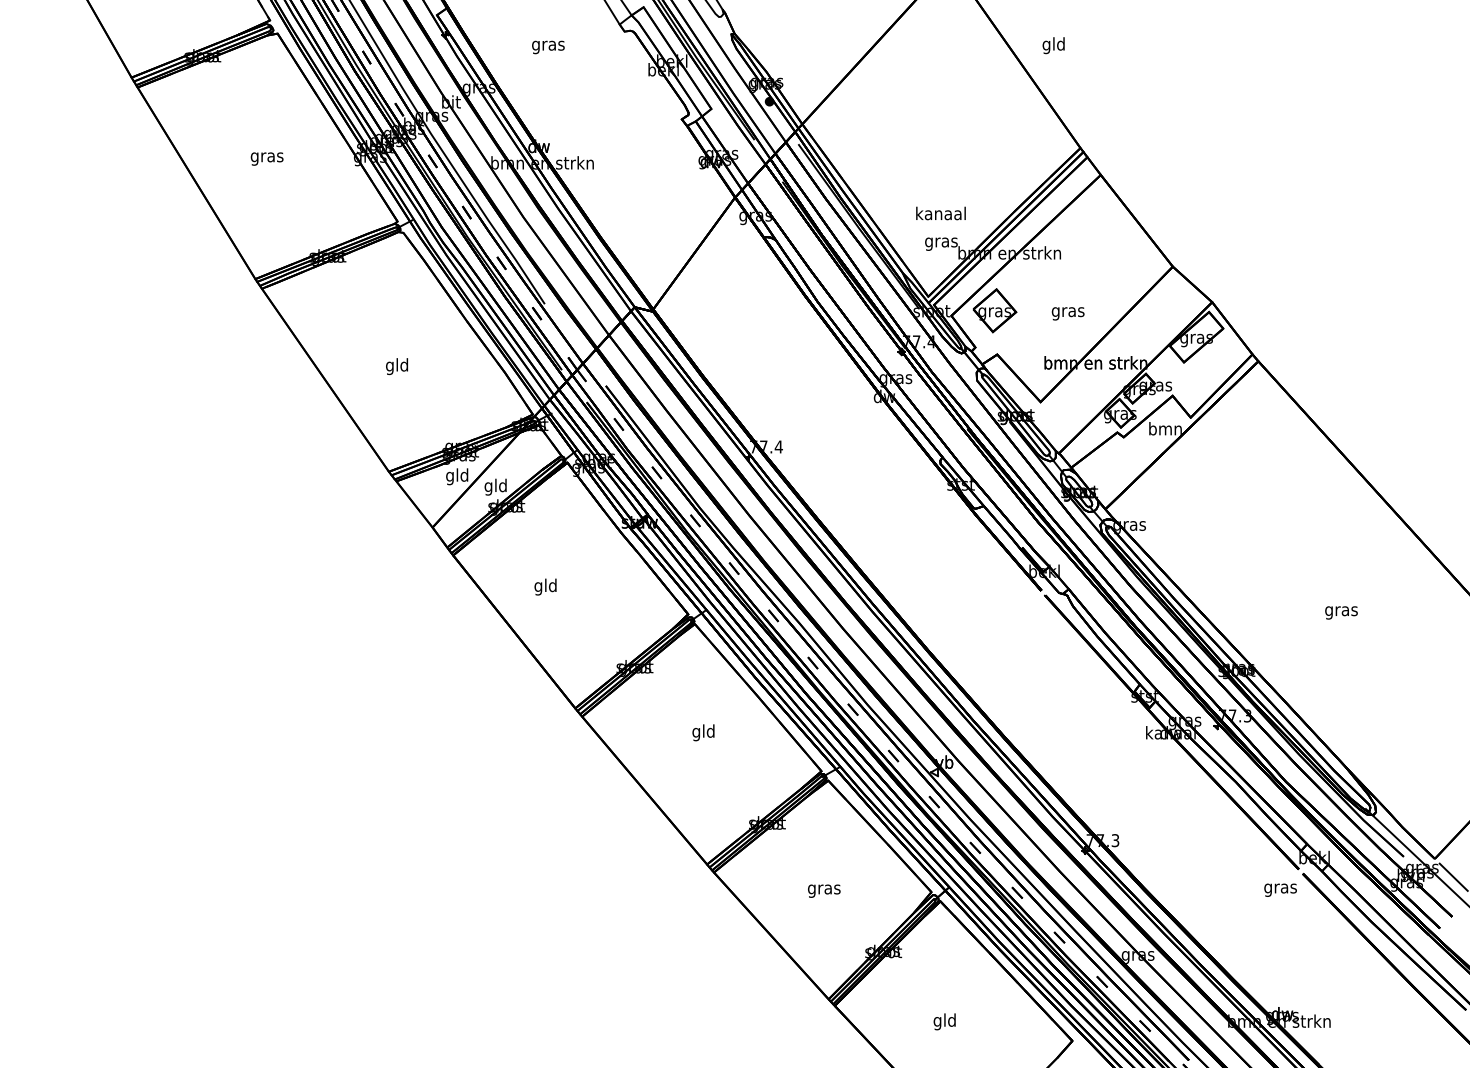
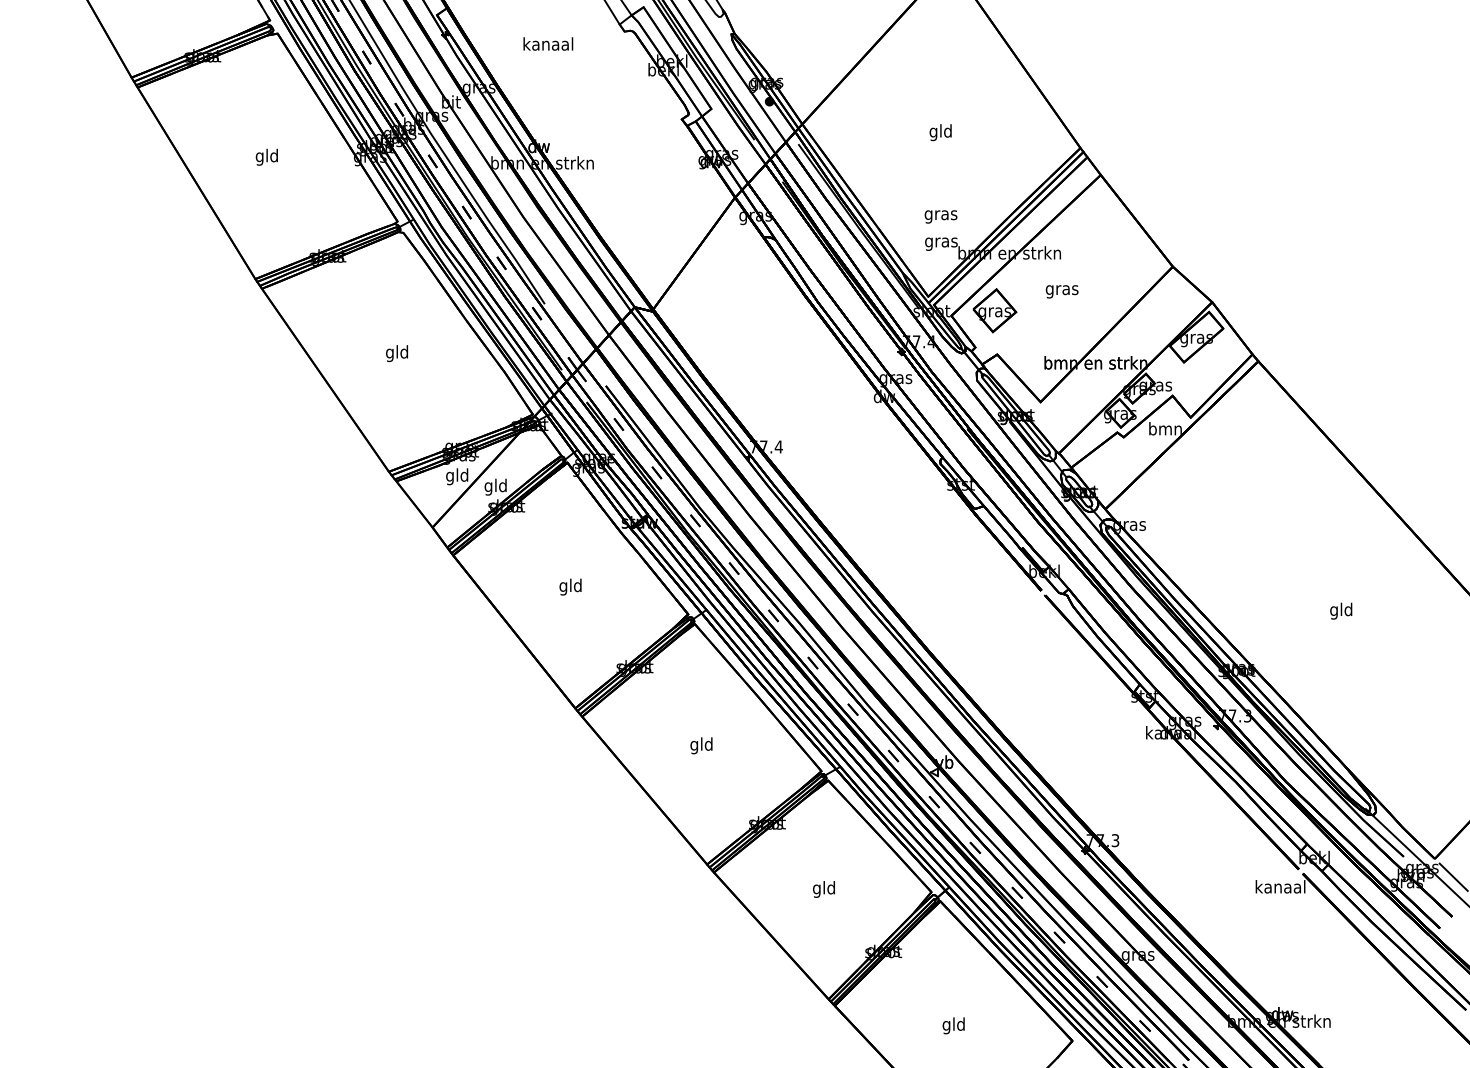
text at (548, 45): gras -> kanaal
text at (1053, 45) position: (1053, 45) -> (940, 132)
text at (266, 156): gras -> gld
text at (940, 214): kanaal -> gras
text at (1067, 313) position: (1067, 313) -> (1061, 291)
text at (396, 366) position: (396, 366) -> (396, 353)
text at (545, 586) position: (545, 586) -> (570, 586)
text at (1341, 610): gras -> gld
text at (703, 732) position: (703, 732) -> (701, 745)
text at (1280, 888): gras -> kanaal
text at (824, 889): gras -> gld
text at (944, 1021) position: (944, 1021) -> (953, 1025)
